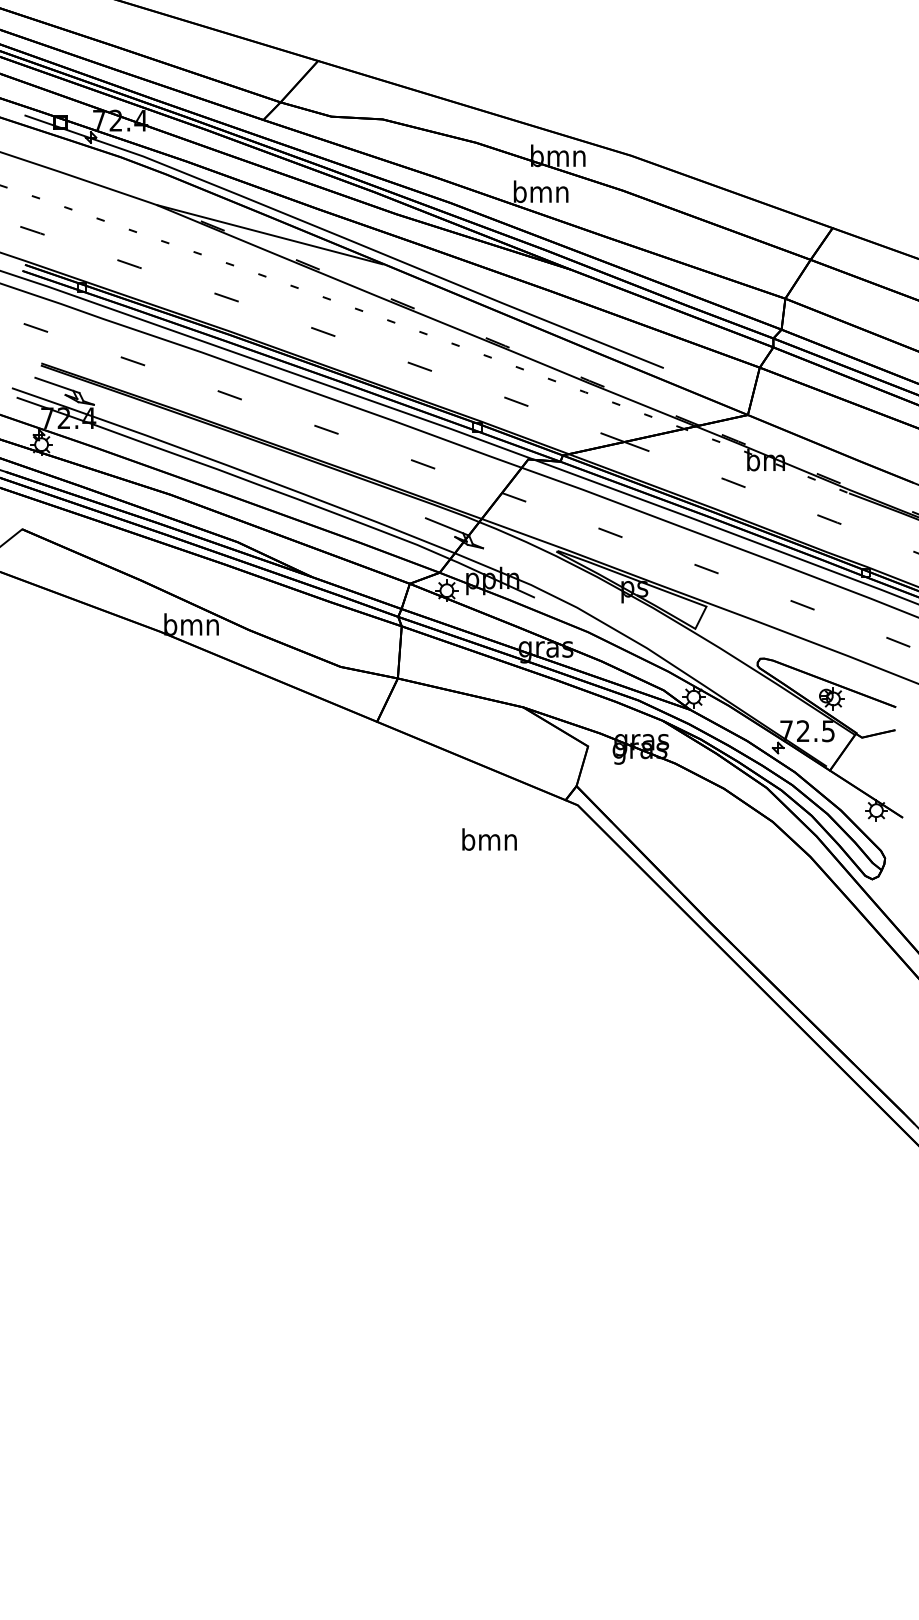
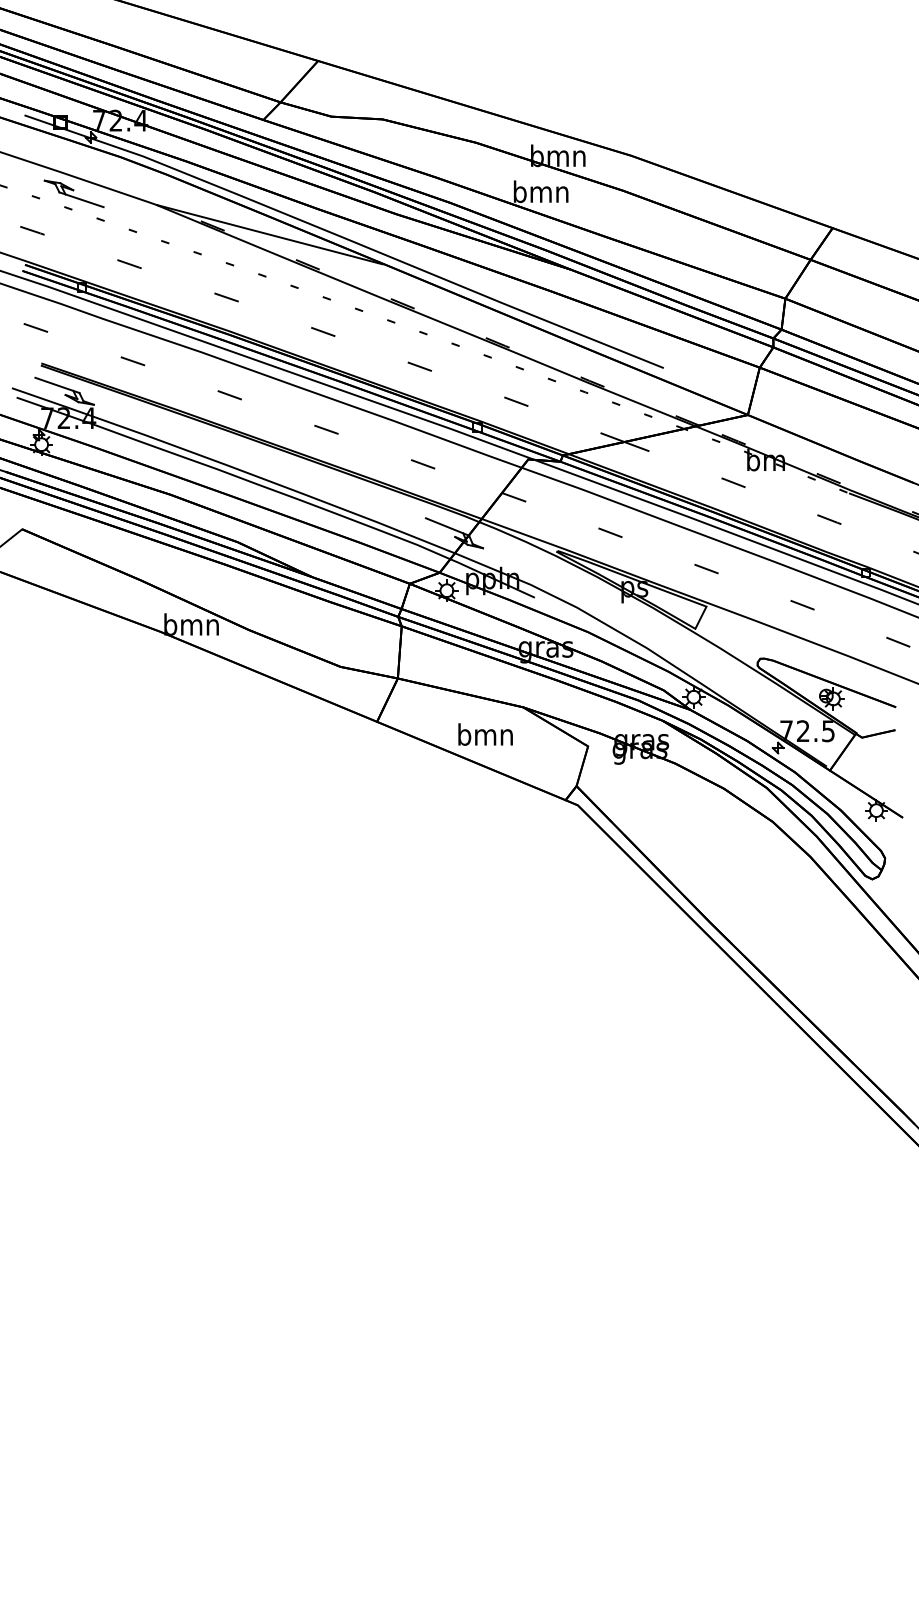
part at (73, 193): none -> present
text at (489, 839) position: (489, 839) -> (485, 734)
